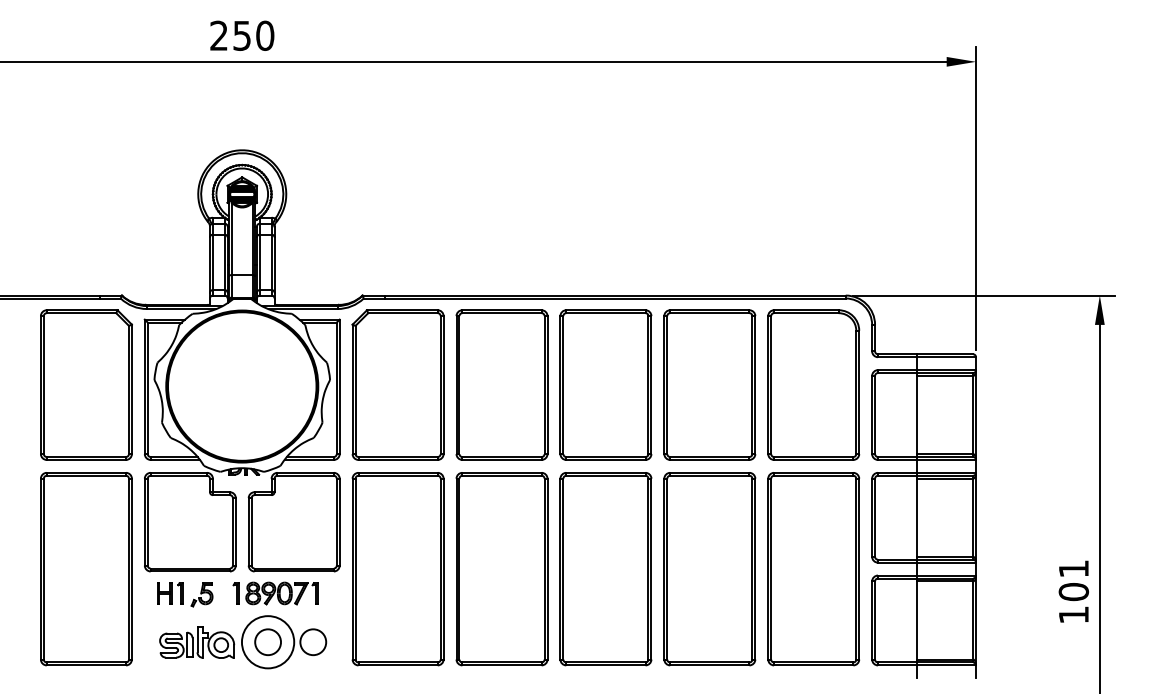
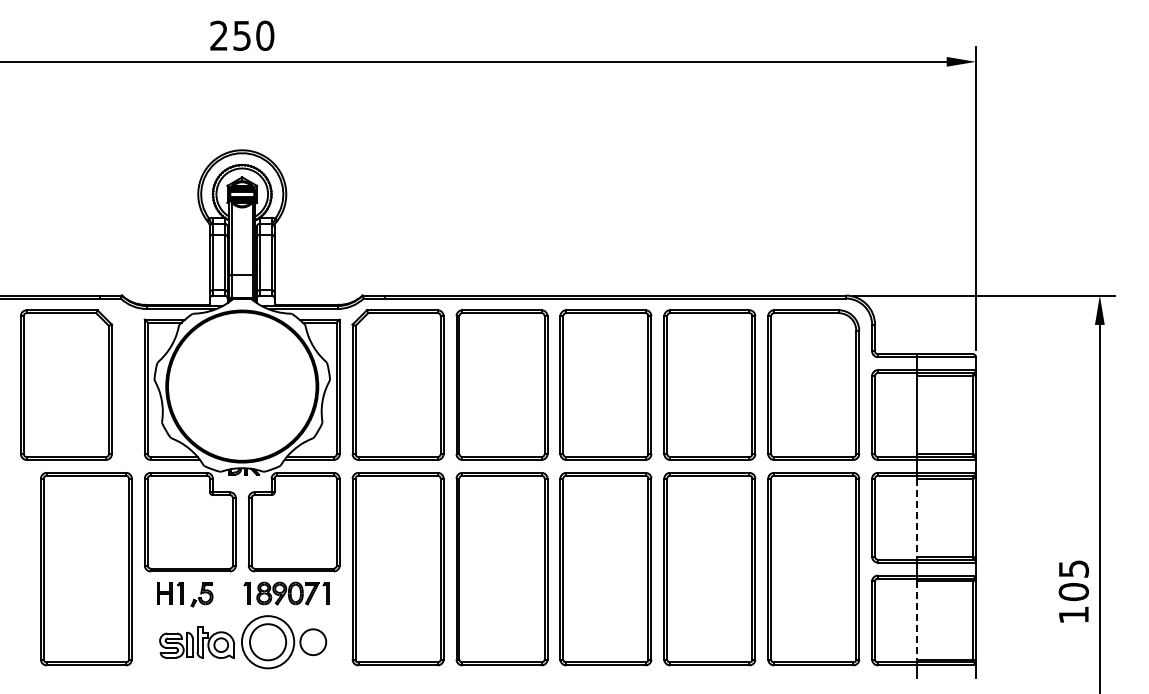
part at (86, 384) position: (86, 384) -> (66, 384)
line at (917, 518): solid -> dashed
text at (1074, 568): 101 -> 105
part at (275, 593) position: (275, 593) -> (286, 593)
line at (917, 620): solid -> dashed
circle at (268, 642) diameter: 26 px -> 36 px
